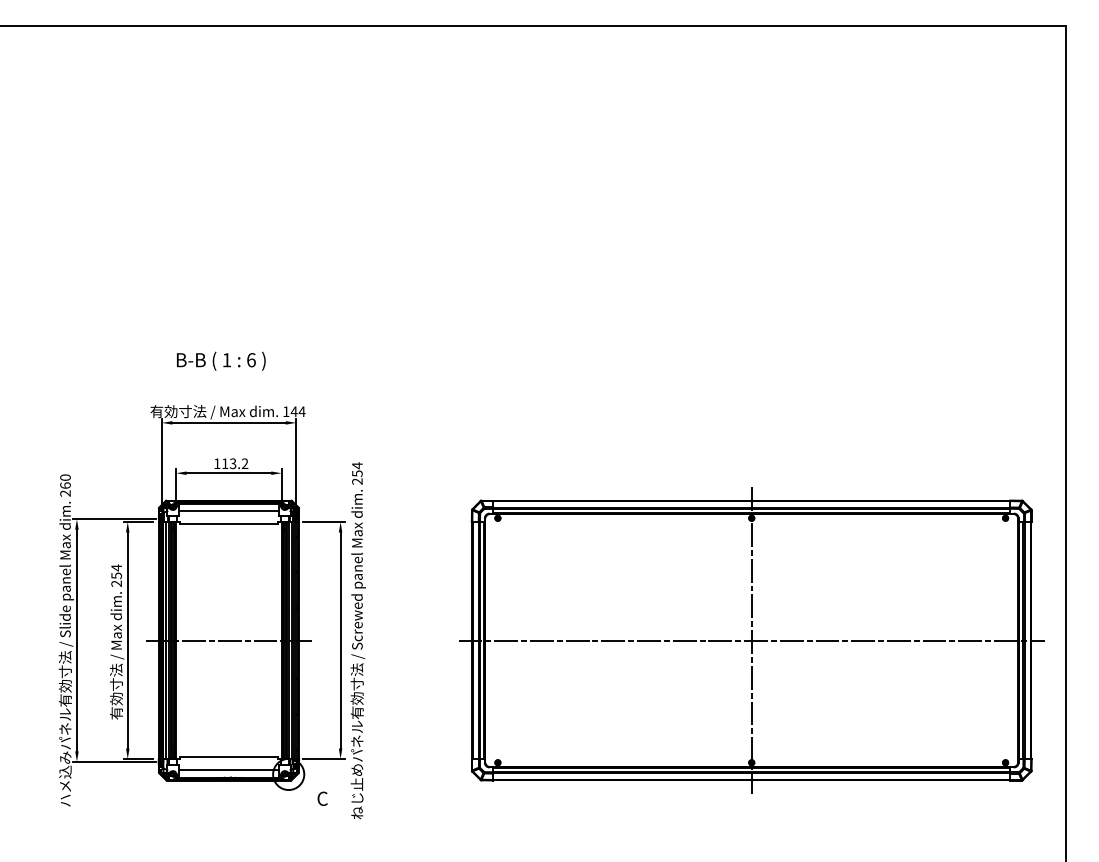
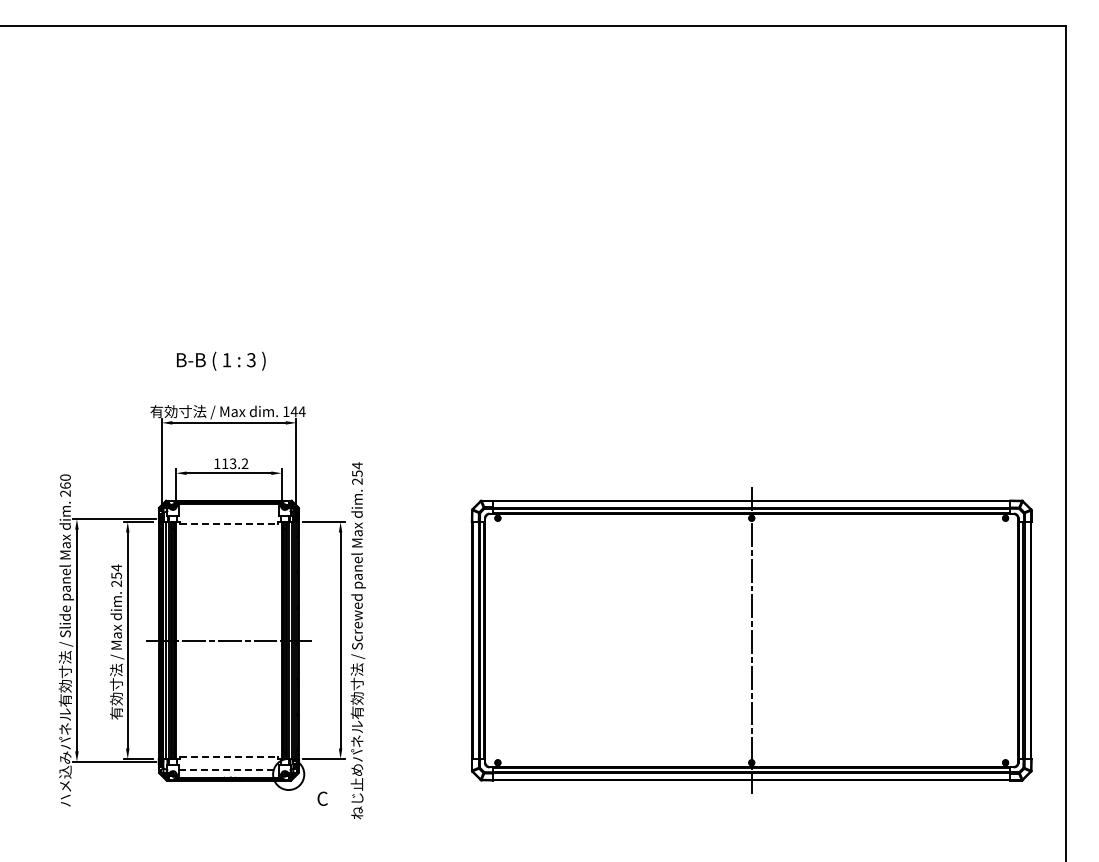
text at (251, 360): 6 -> 3
line at (228, 511): present -> none
line at (228, 523): solid -> dashed
line at (751, 640): present -> none
line at (228, 757): solid -> dashed
line at (229, 770): solid -> dashed
